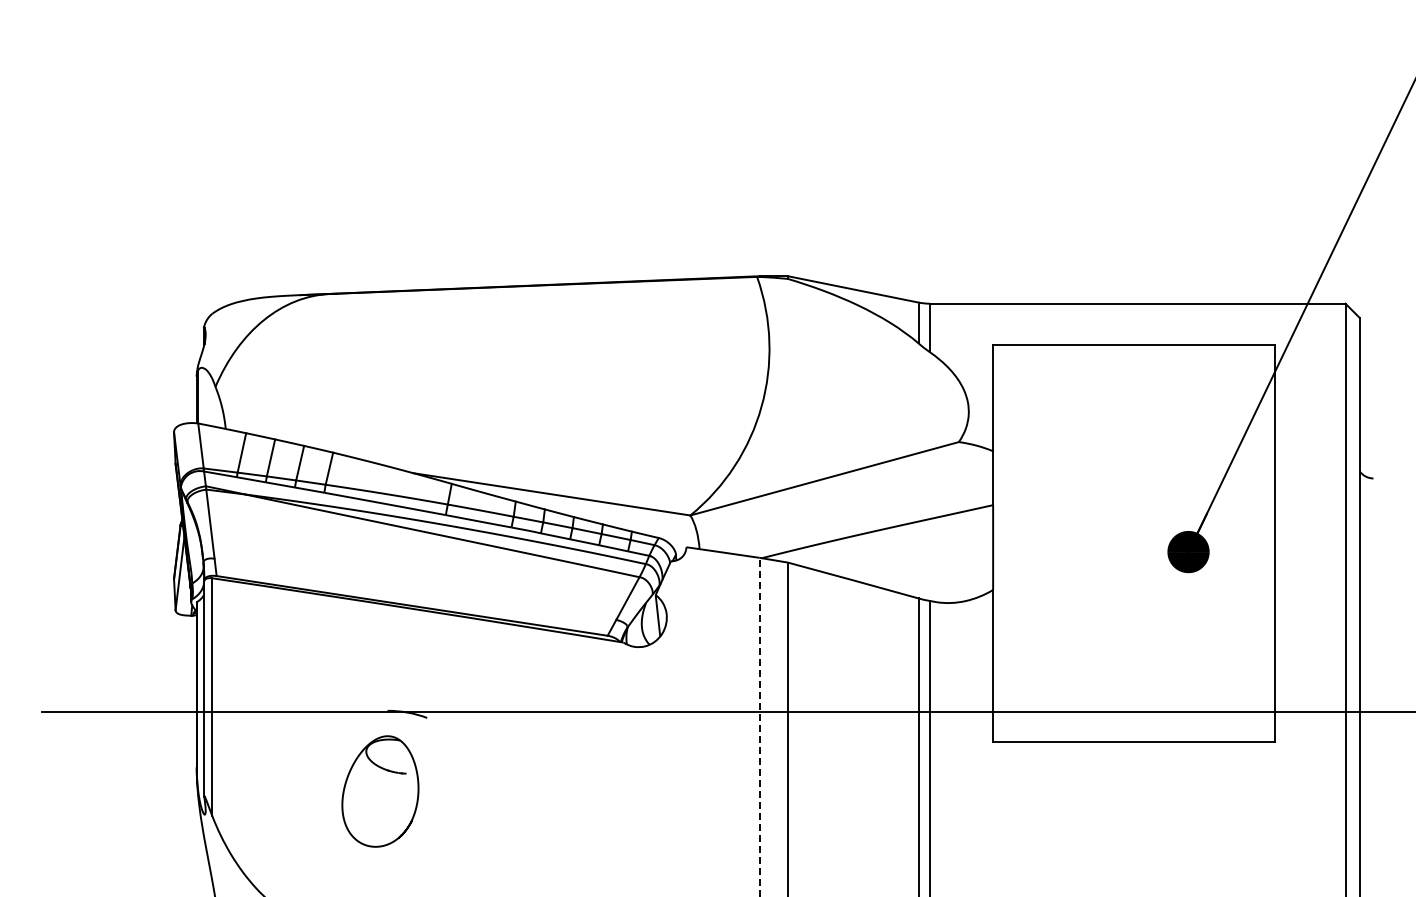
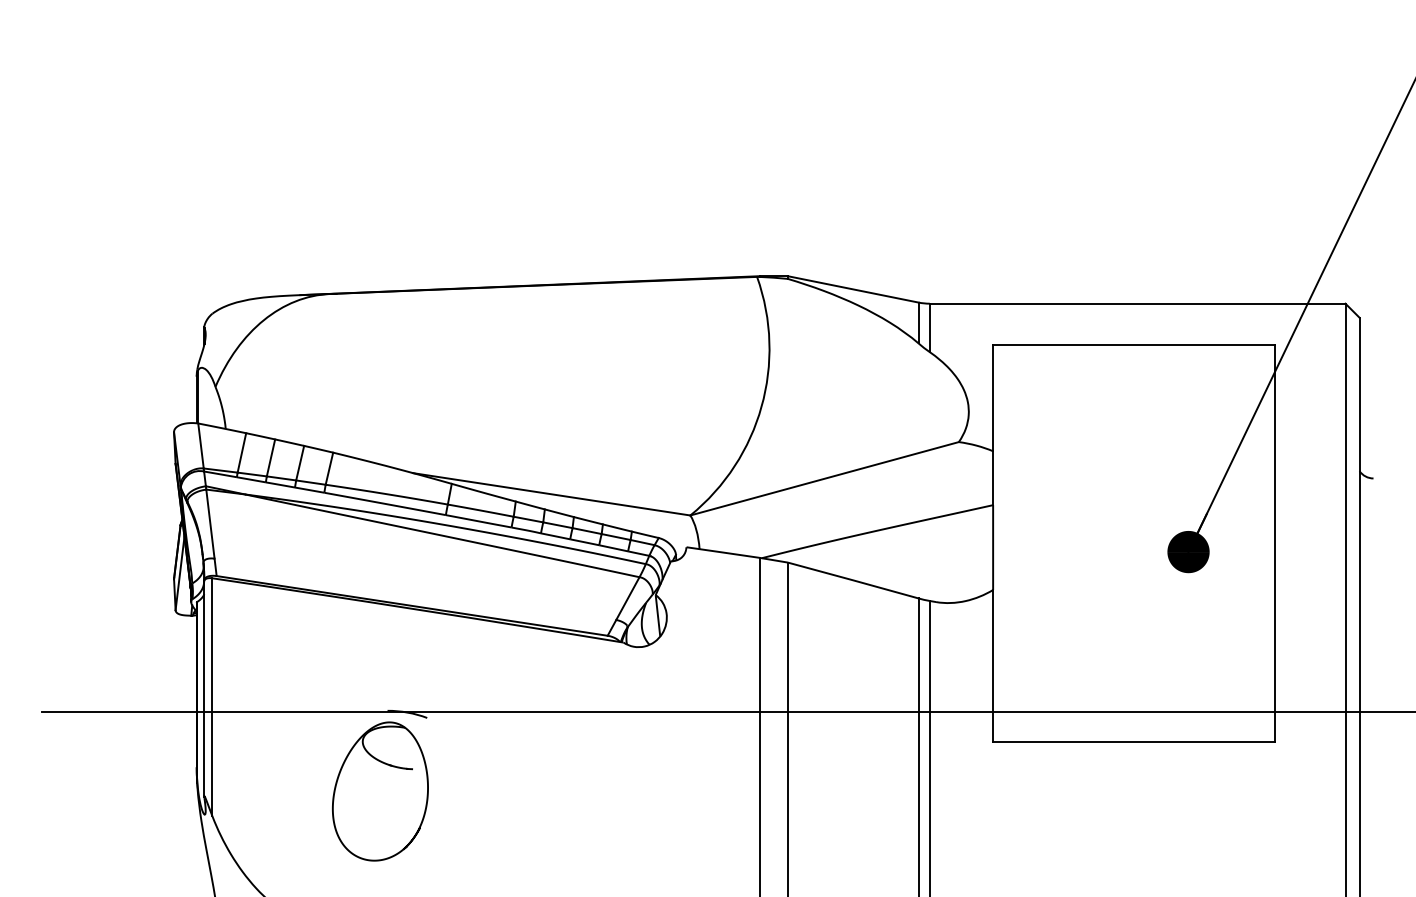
line at (759, 726): dashed -> solid
part at (380, 791) size: 79x113 px -> 97x141 px
